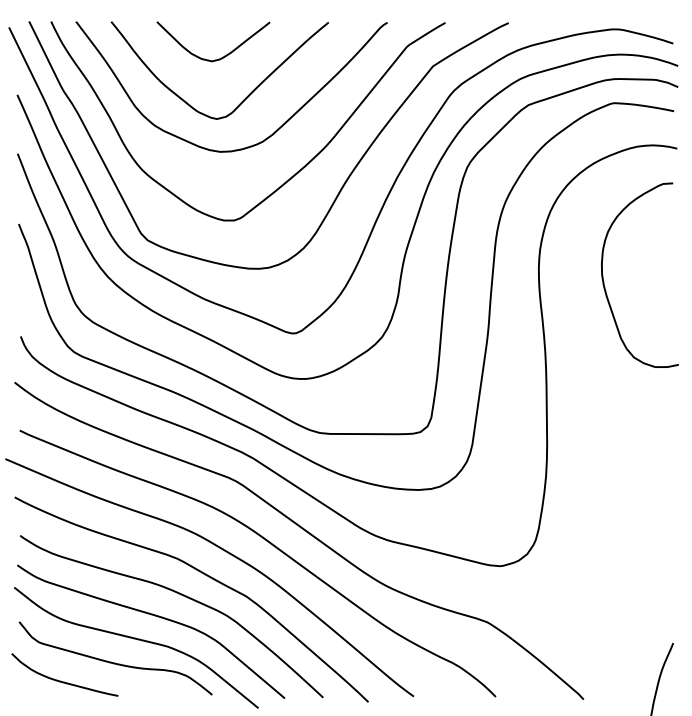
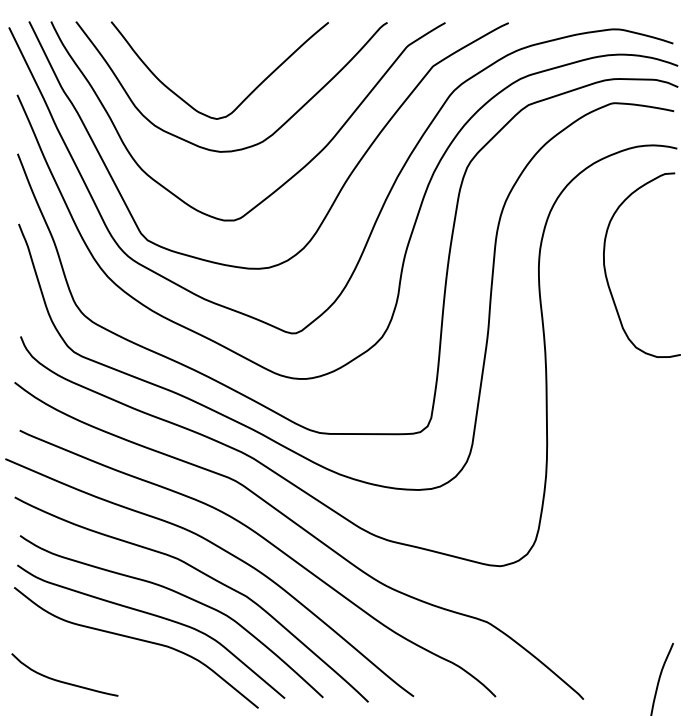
curve at (218, 58): present -> none
curve at (604, 281) position: (604, 281) -> (606, 271)
curve at (115, 662): present -> none
